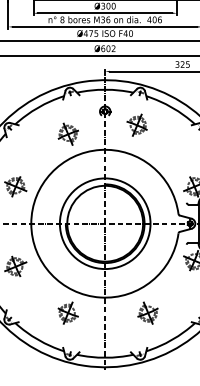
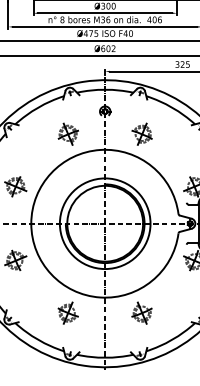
part at (136, 124) position: (136, 124) -> (141, 133)
part at (15, 265) position: (15, 265) -> (15, 259)
part at (147, 312) position: (147, 312) -> (141, 312)
